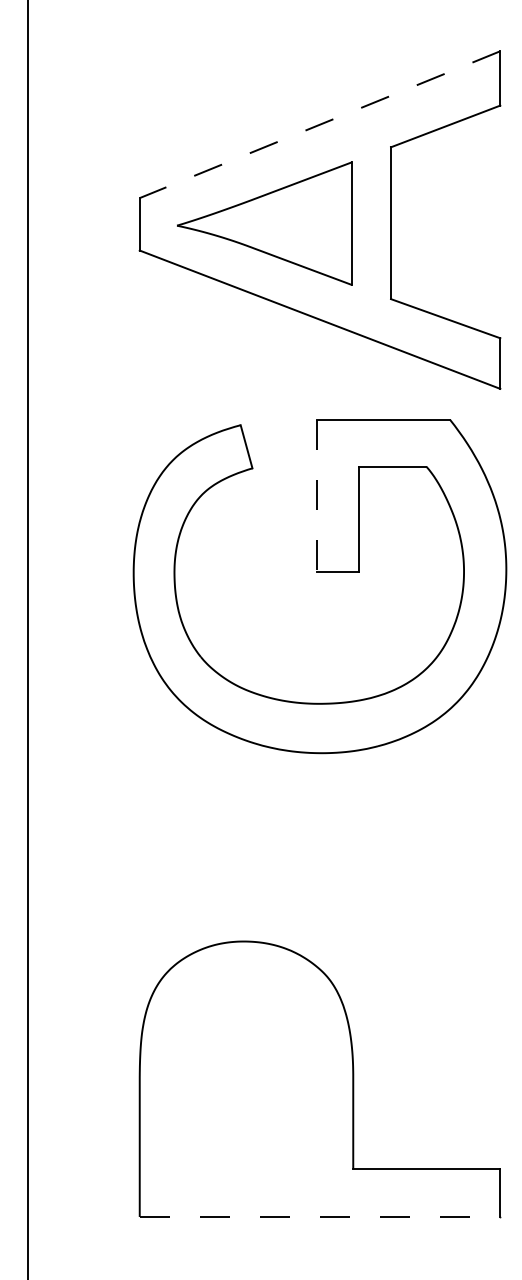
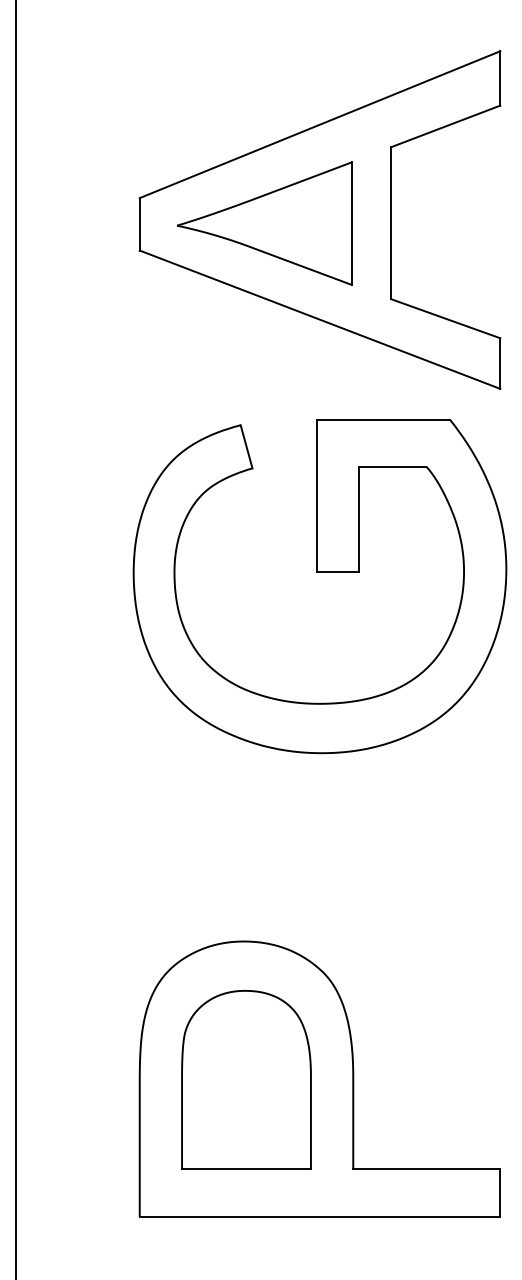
line at (320, 124): dashed -> solid
line at (316, 496): dashed -> solid
line at (27, 639) position: (27, 639) -> (15, 639)
part at (246, 1079): none -> present
line at (320, 1216): dashed -> solid
